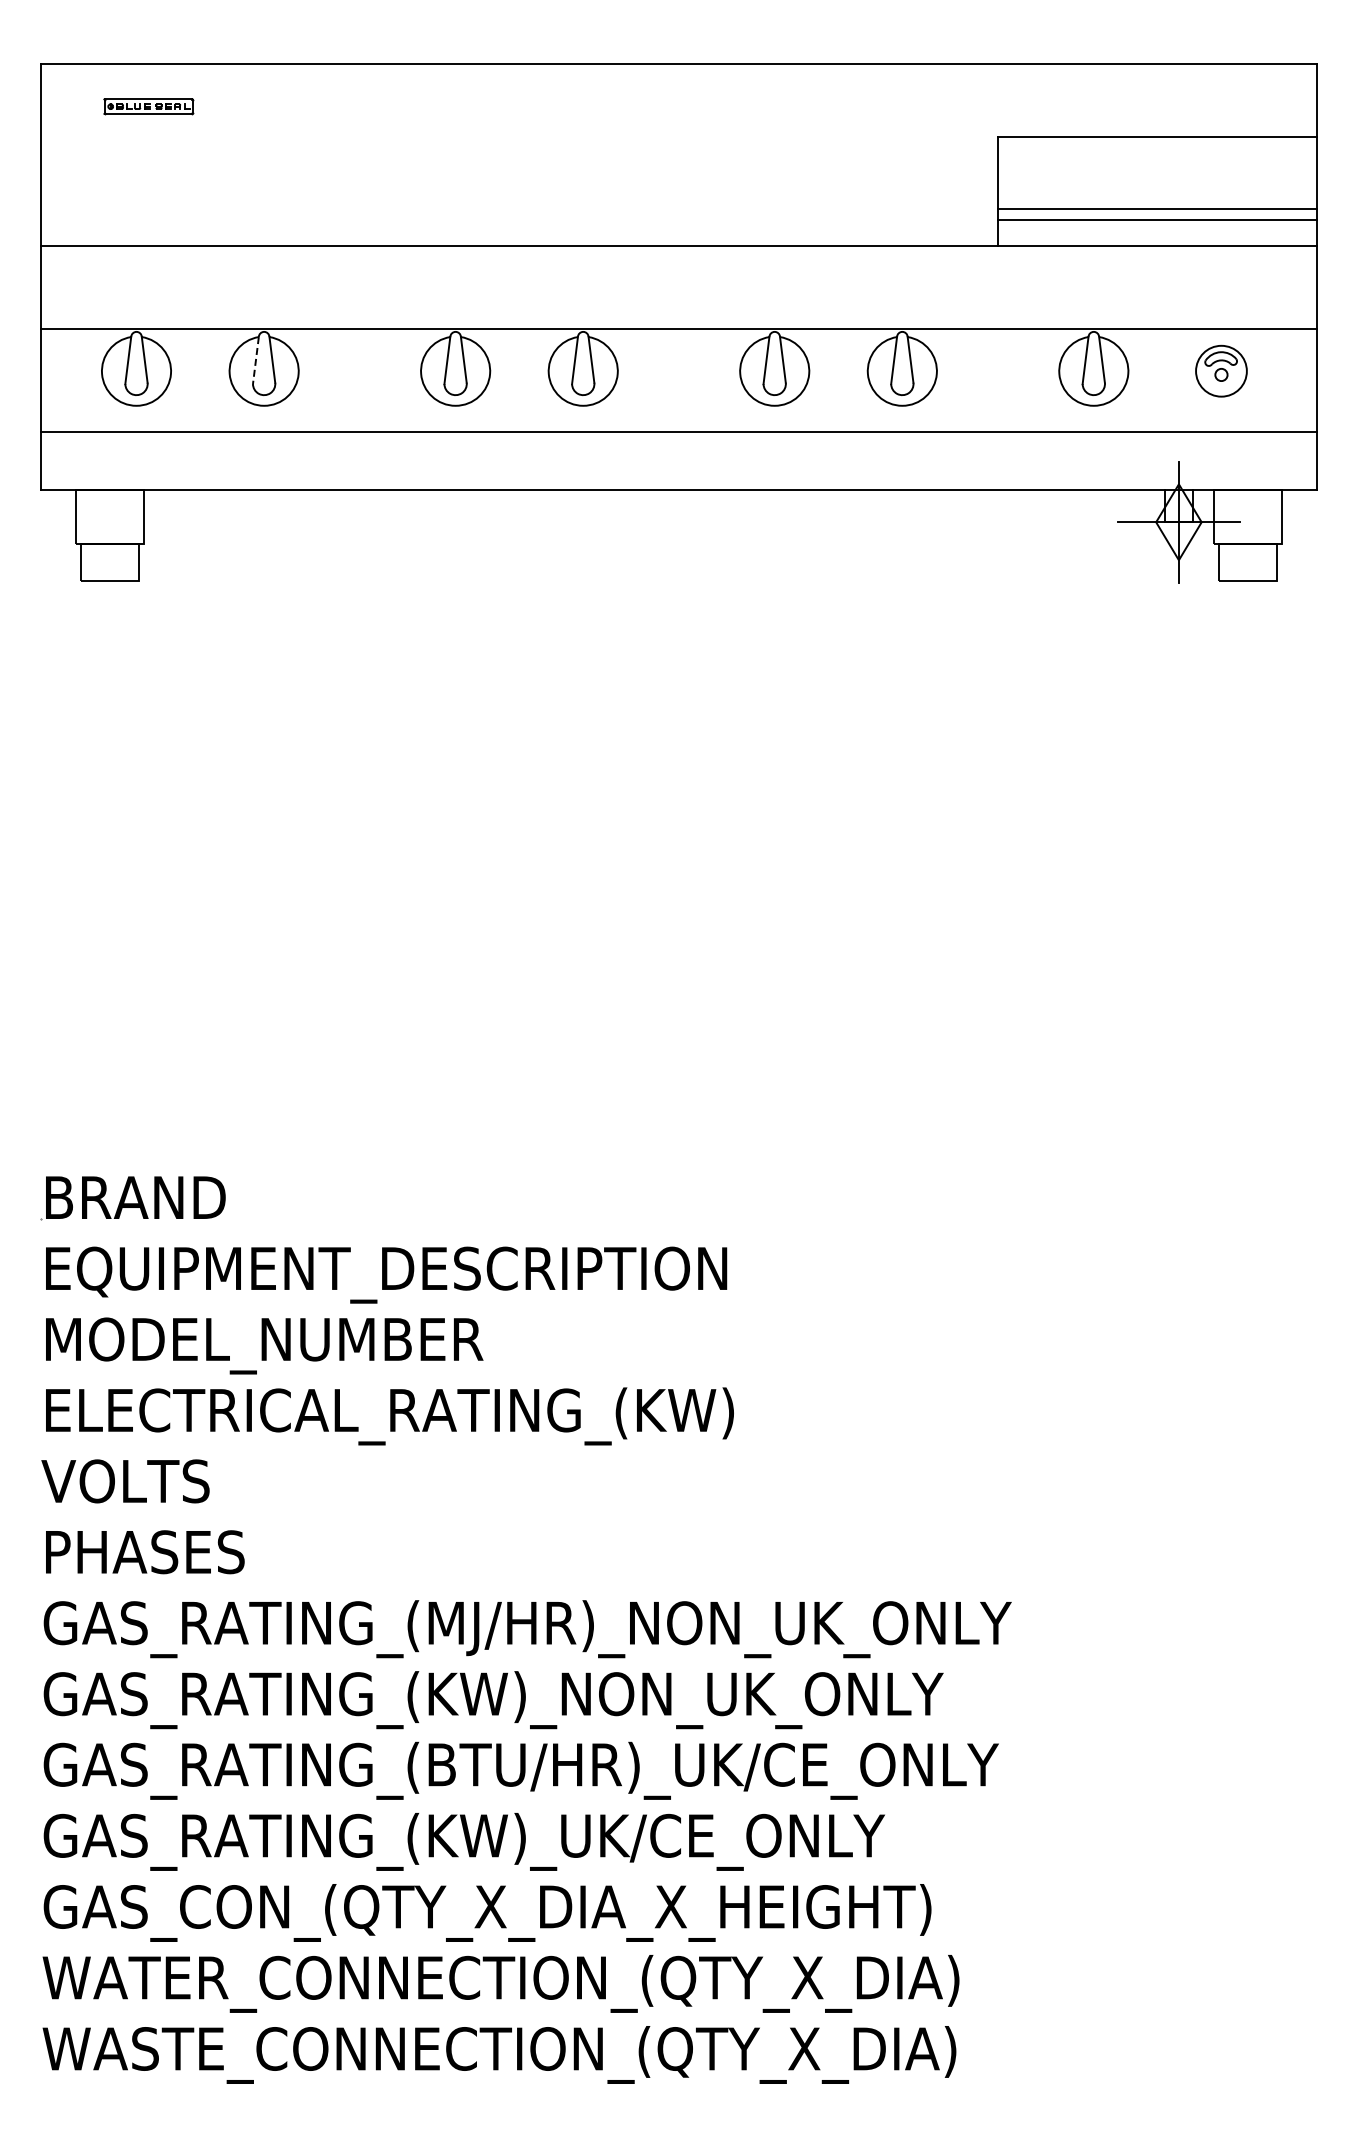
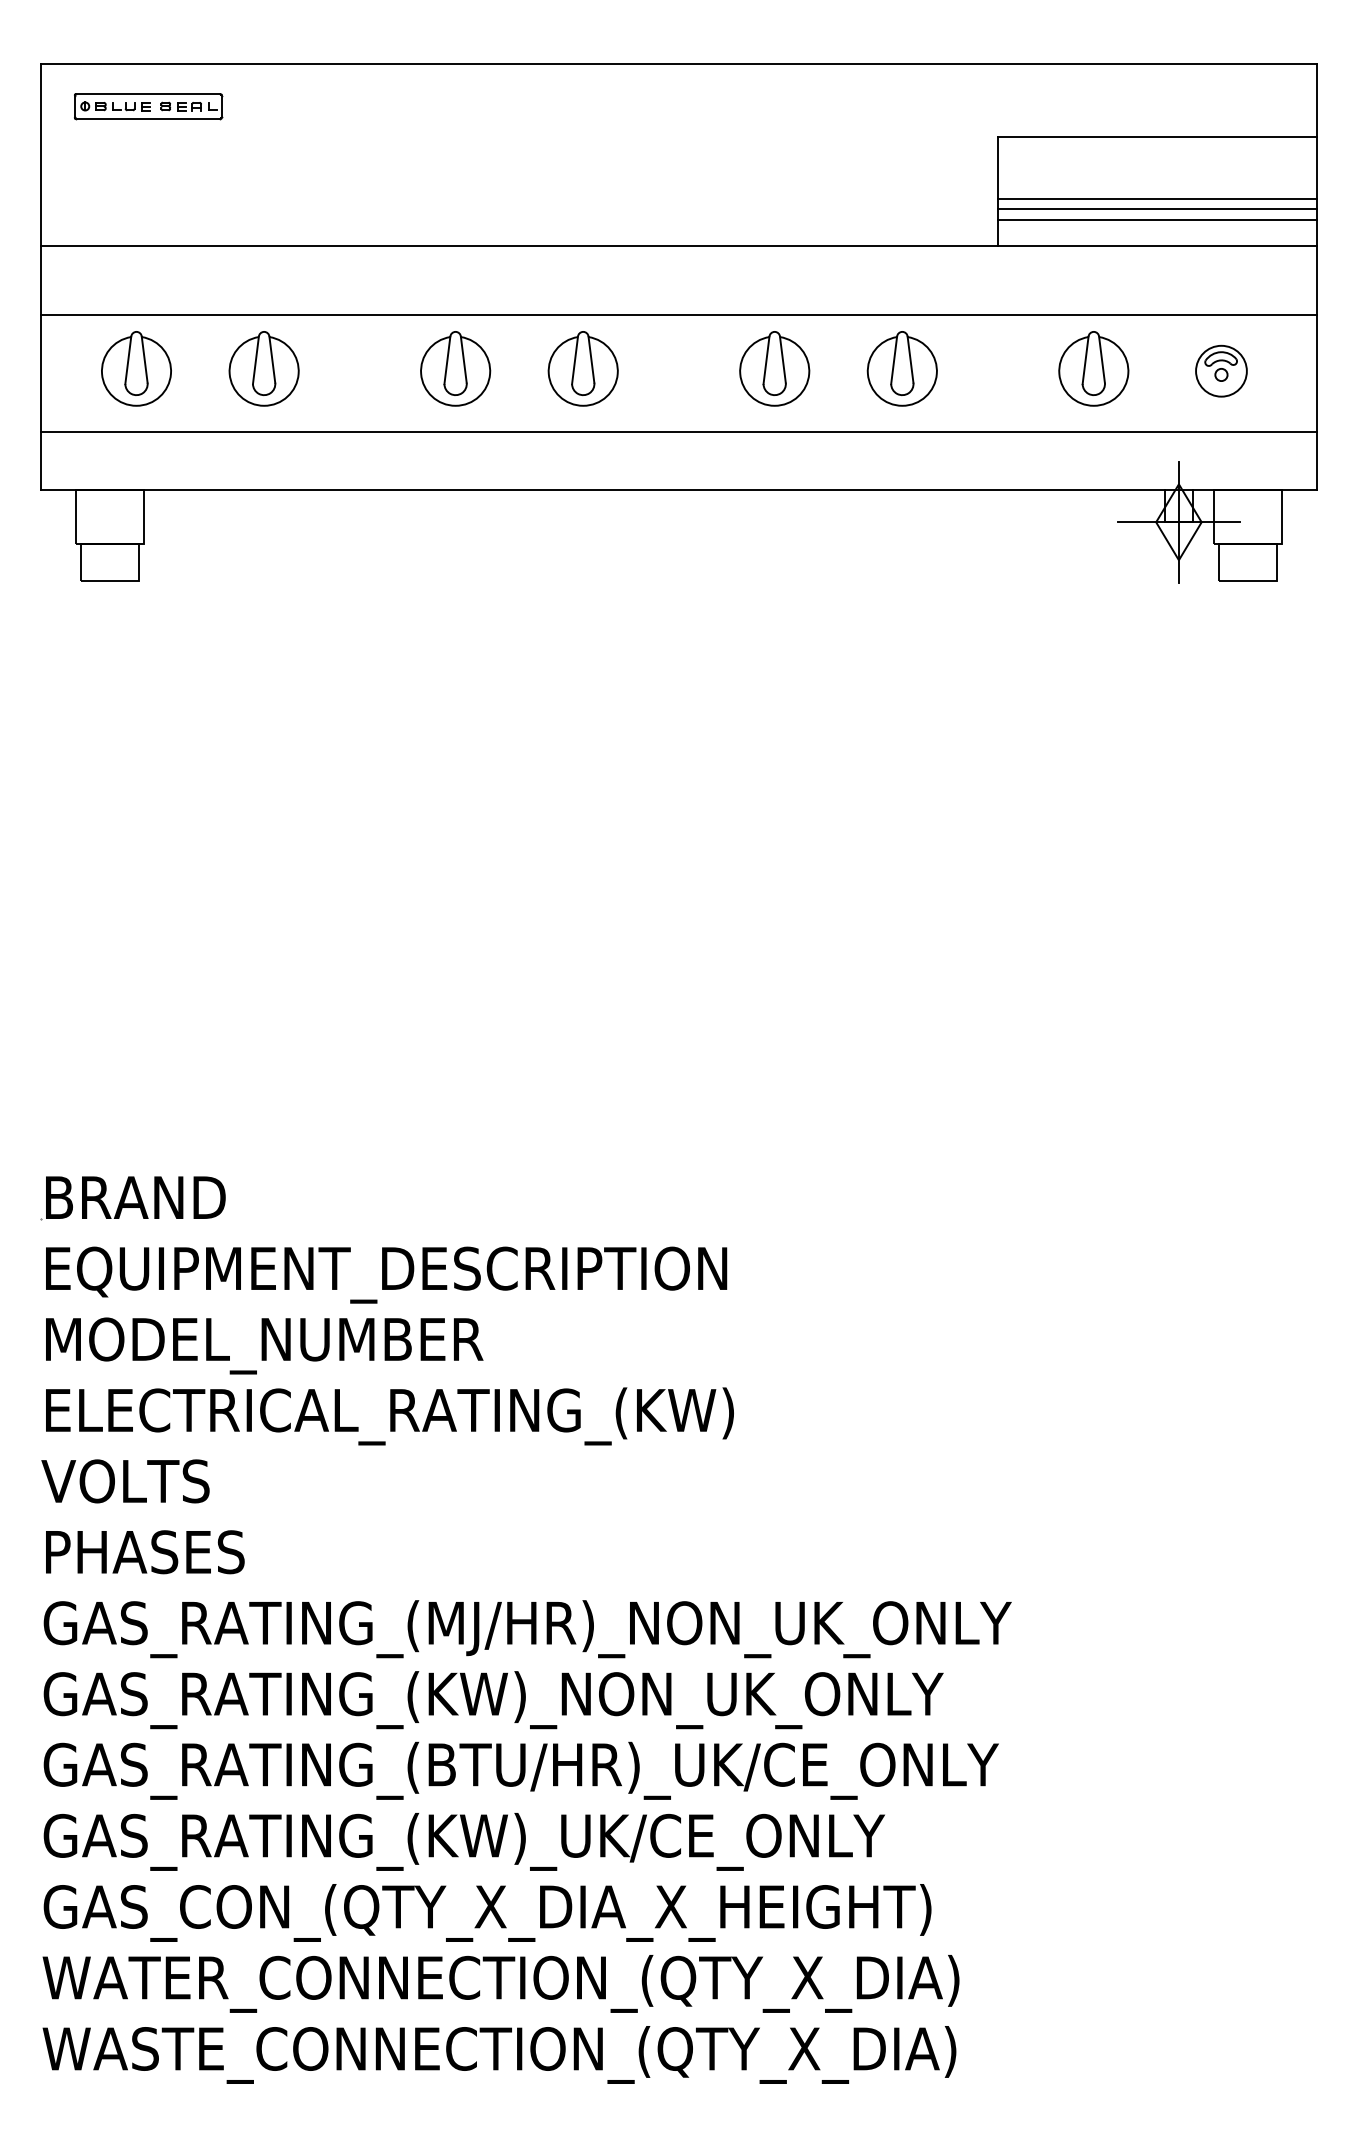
part at (148, 106) size: 92x18 px -> 150x28 px
line at (1157, 199): none -> present
line at (678, 328) position: (678, 328) -> (678, 314)
line at (255, 360): dashed -> solid
